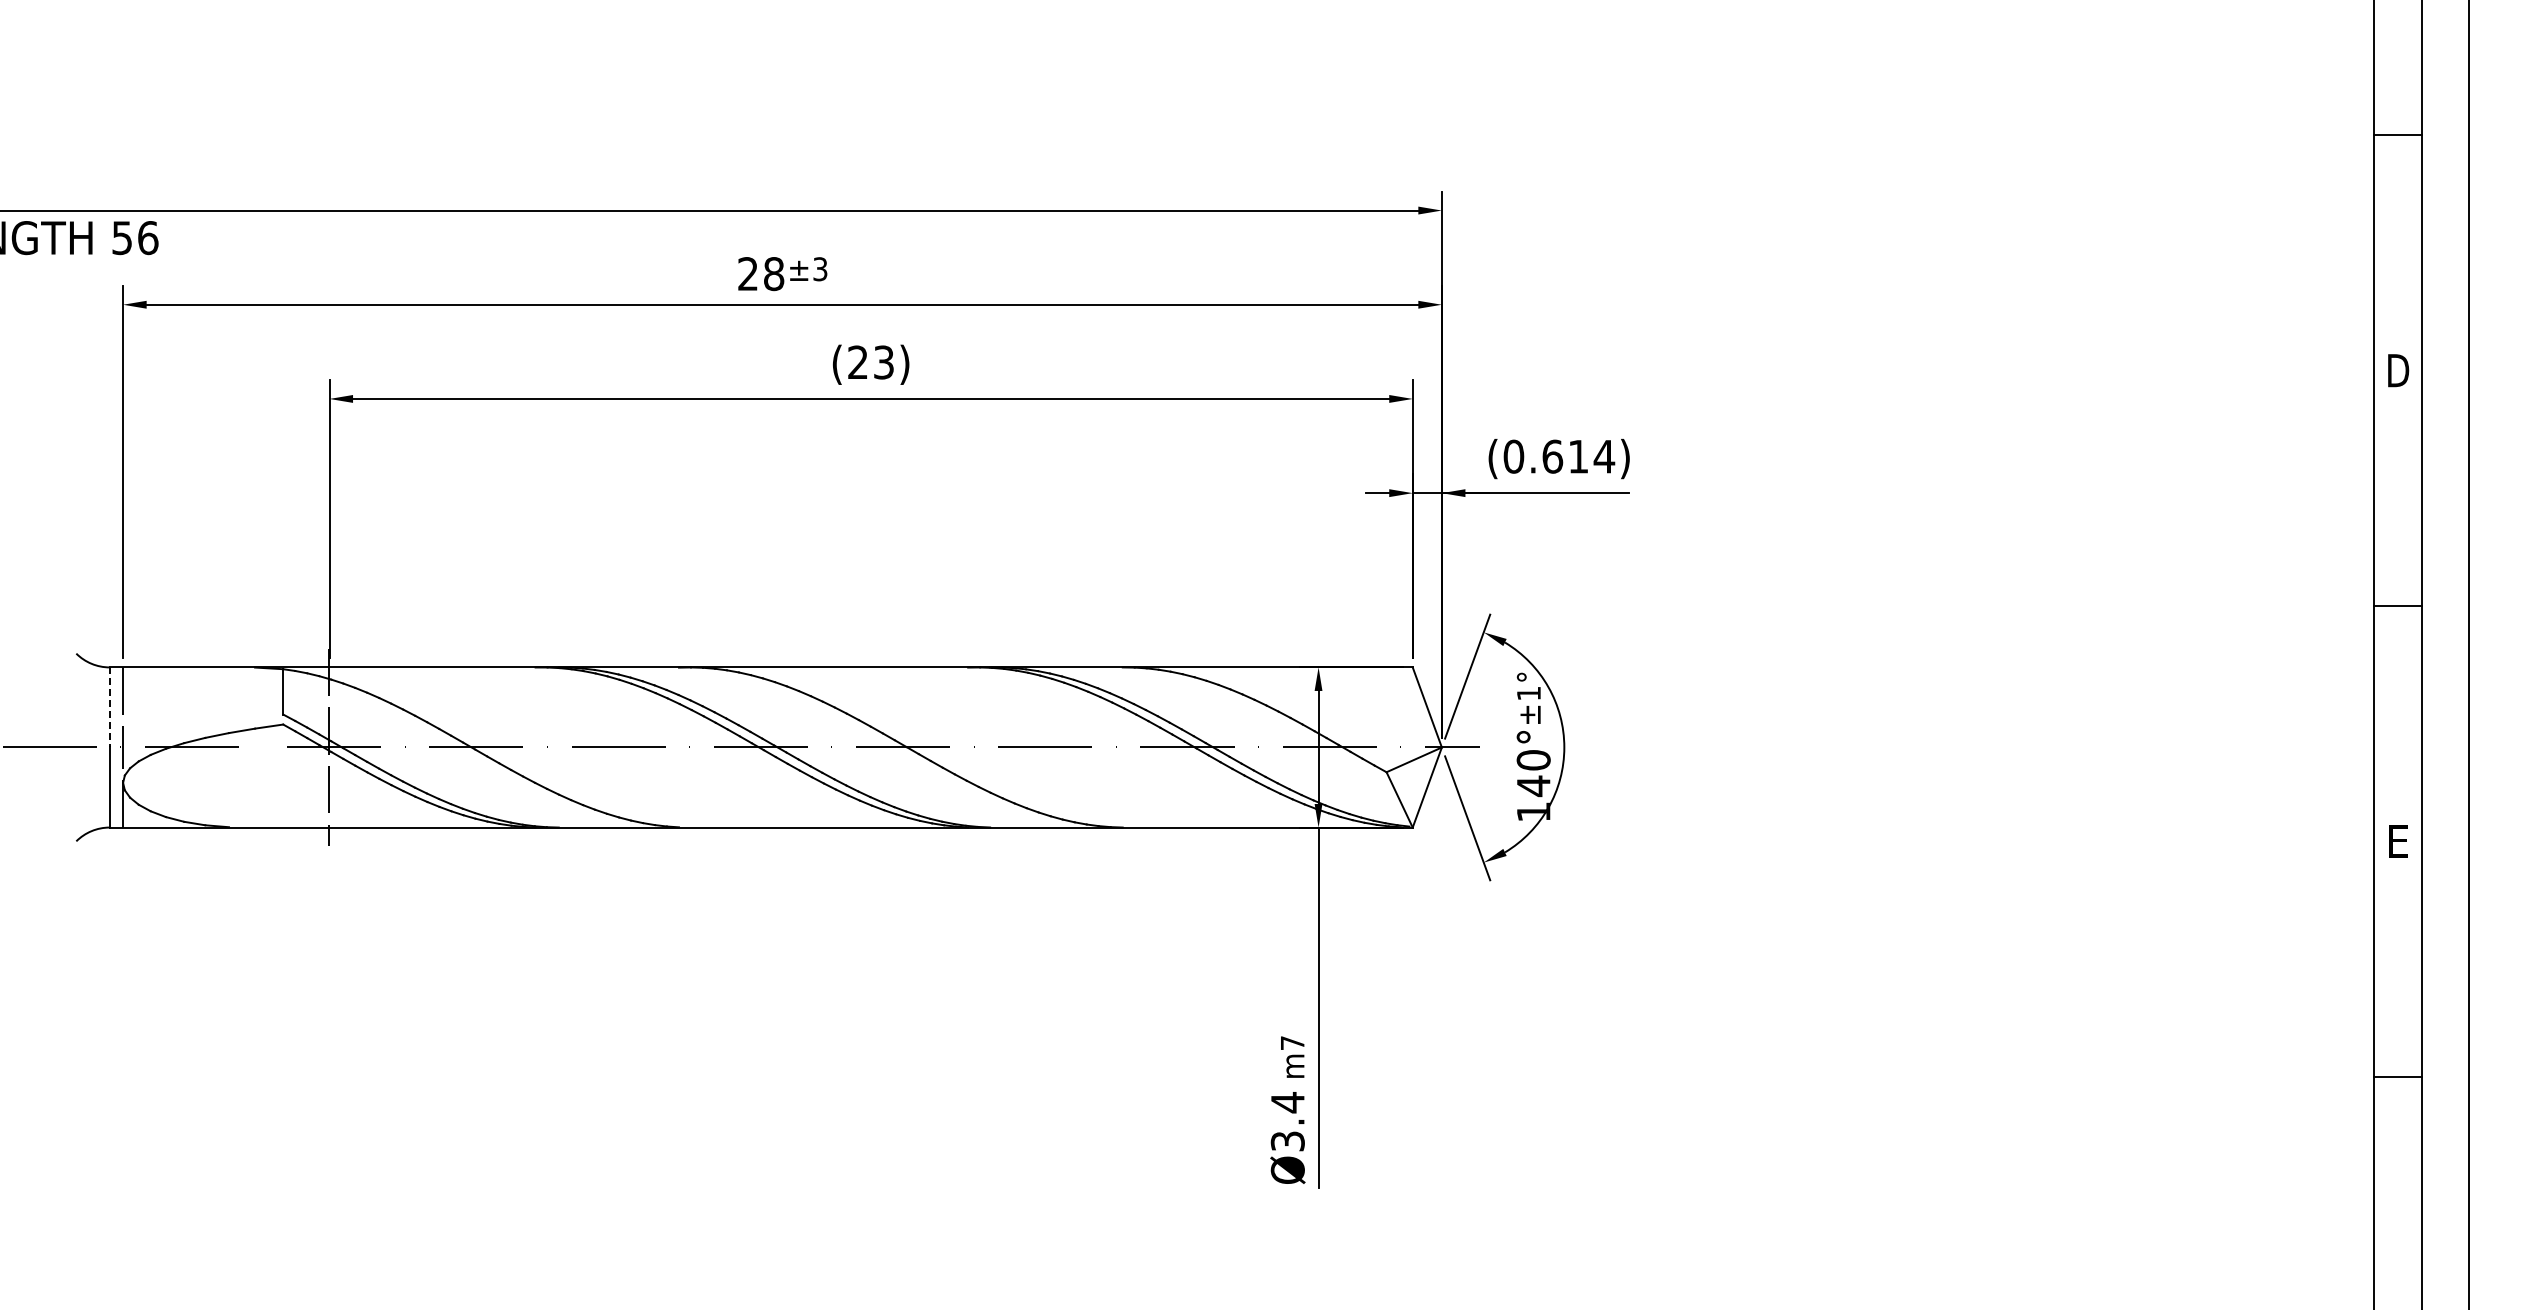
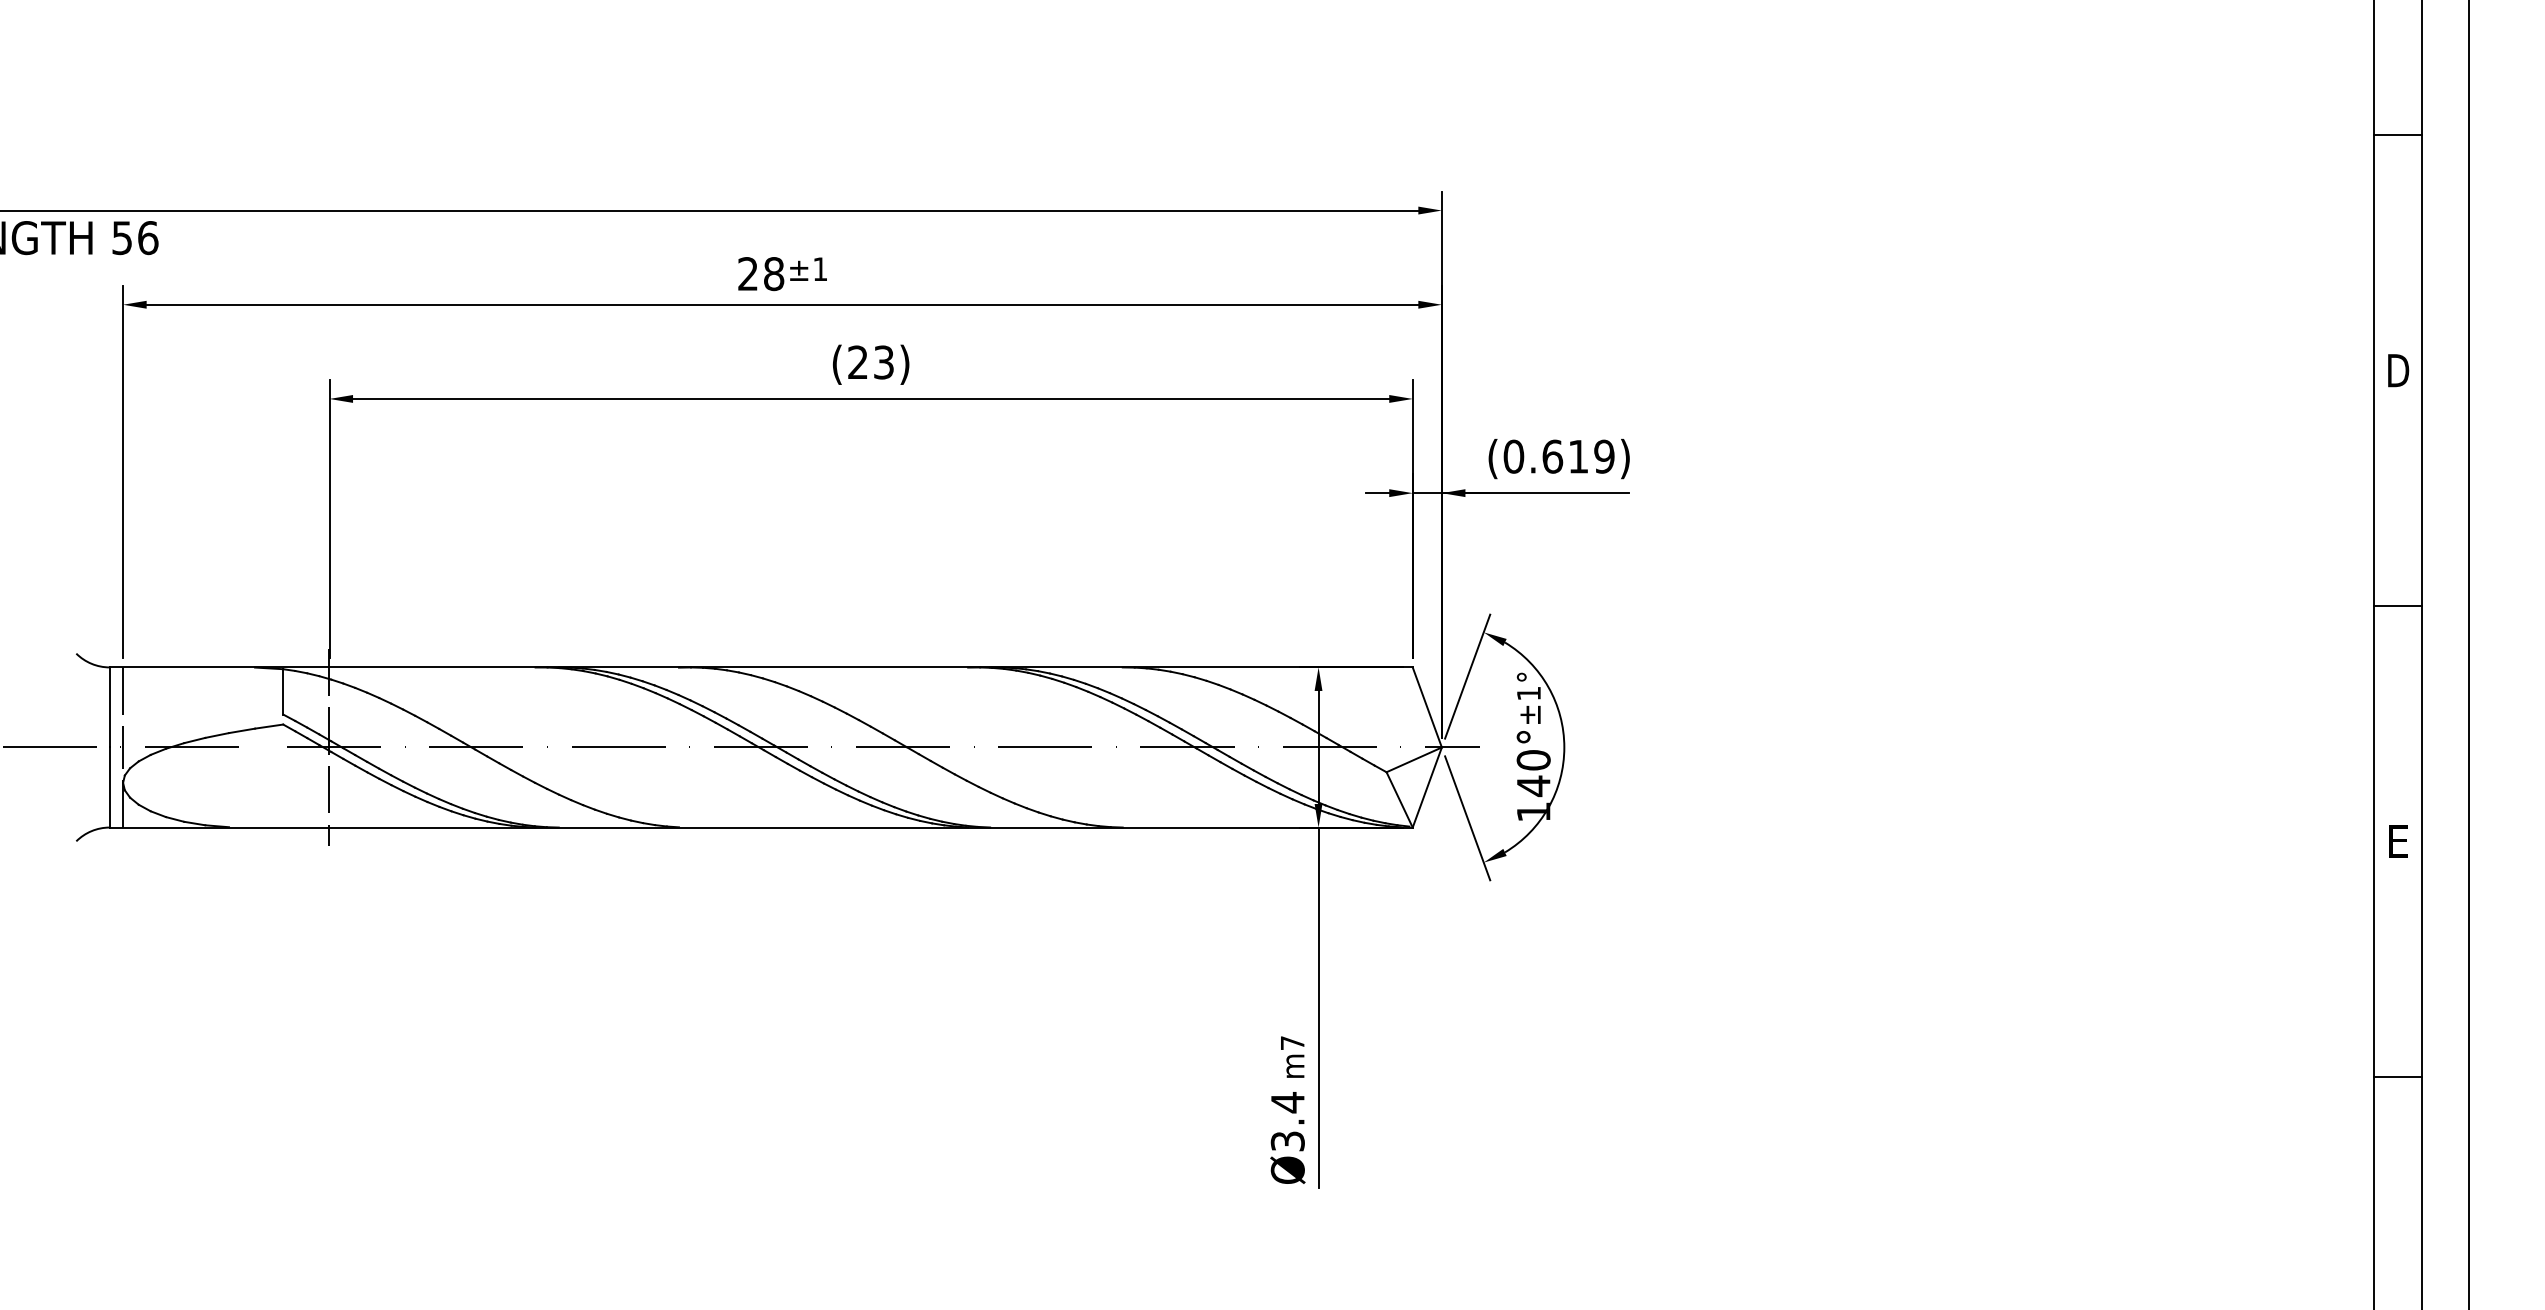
text at (820, 269): ±3 -> ±1
text at (1604, 456): (0.614) -> (0.619)
line at (109, 707): dashed -> solid
